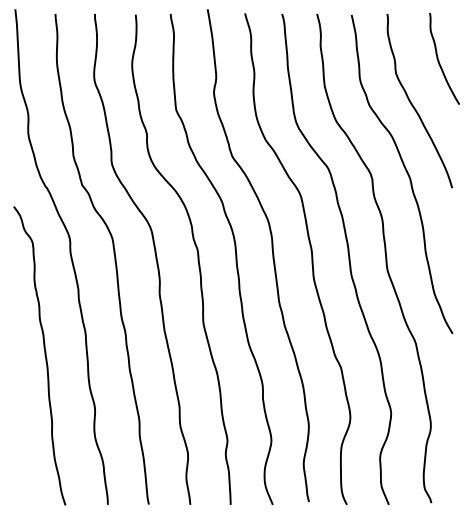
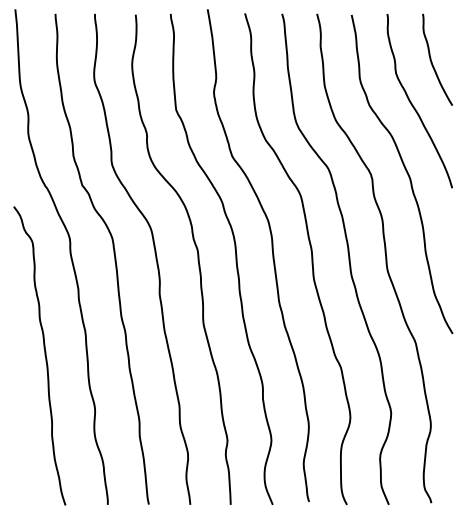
curve at (439, 60) position: (439, 60) -> (432, 61)
